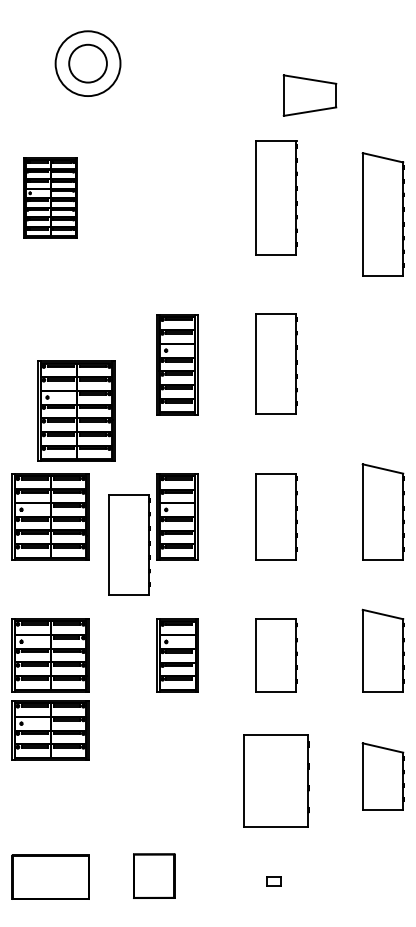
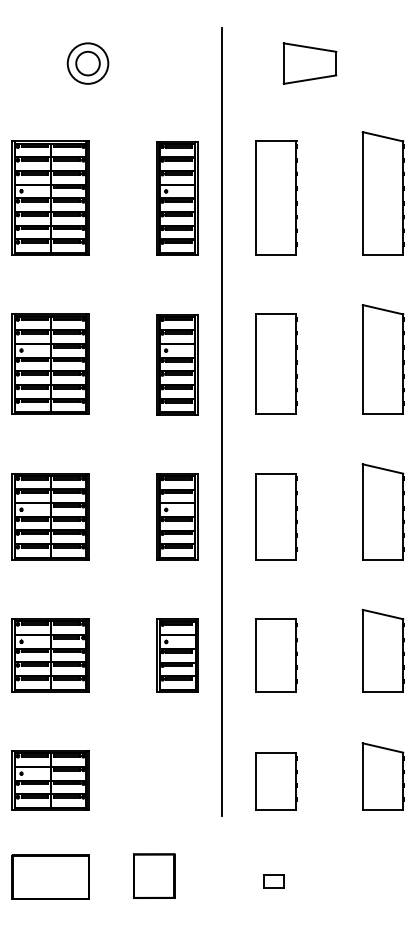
part at (87, 63) size: 68x67 px -> 44x43 px
part at (309, 95) position: (309, 95) -> (309, 63)
part at (50, 197) size: 55x82 px -> 79x116 px
part at (177, 198): none -> present
part at (382, 214) position: (382, 214) -> (382, 193)
part at (382, 359): none -> present
part at (76, 410) position: (76, 410) -> (50, 363)
line at (222, 421): none -> present
part at (129, 544): present -> none
part at (50, 730) position: (50, 730) -> (50, 780)
part at (276, 780) size: 67x94 px -> 43x59 px
part at (273, 881) size: 16x11 px -> 22x15 px
